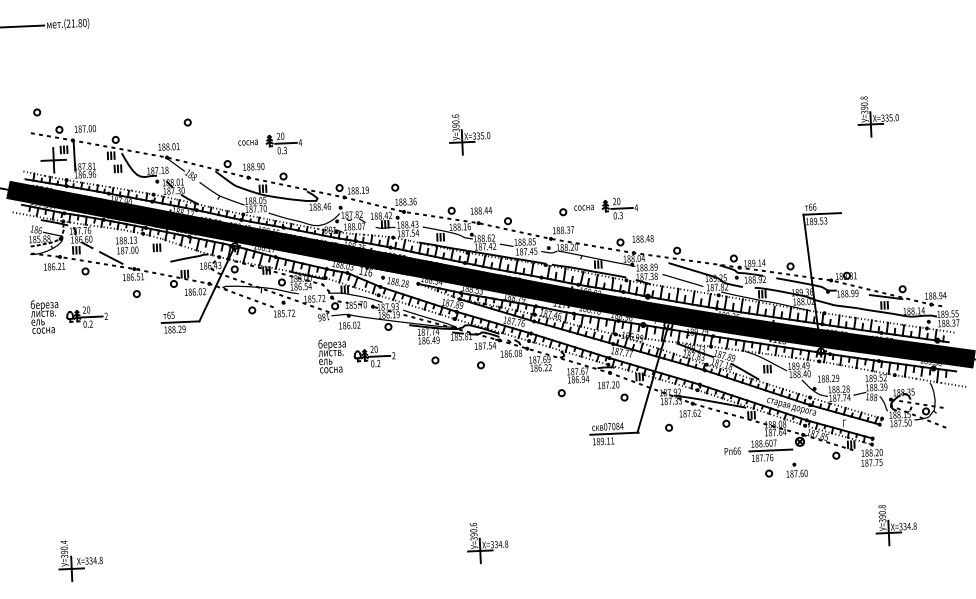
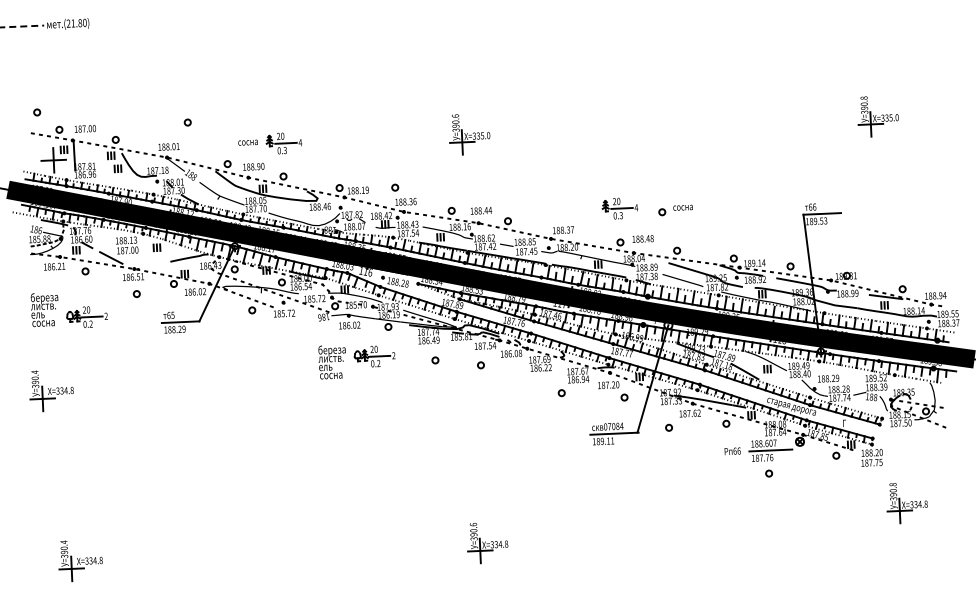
line at (22, 26): solid -> dashed
part at (576, 210) position: (576, 210) -> (675, 210)
text at (44, 317) position: (44, 317) -> (44, 310)
text at (331, 356) position: (331, 356) -> (331, 362)
line at (953, 384): present -> none
part at (51, 391): none -> present
part at (796, 469): present -> none
part at (895, 525) position: (895, 525) -> (906, 503)
